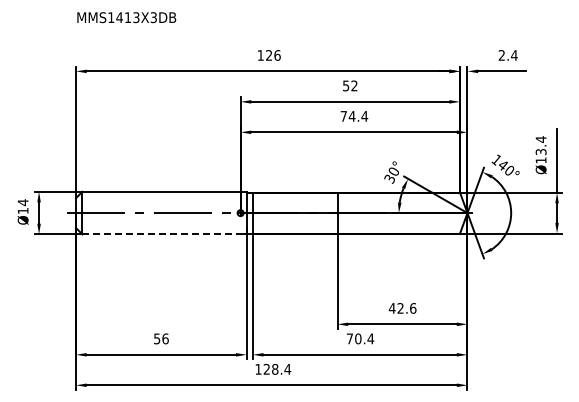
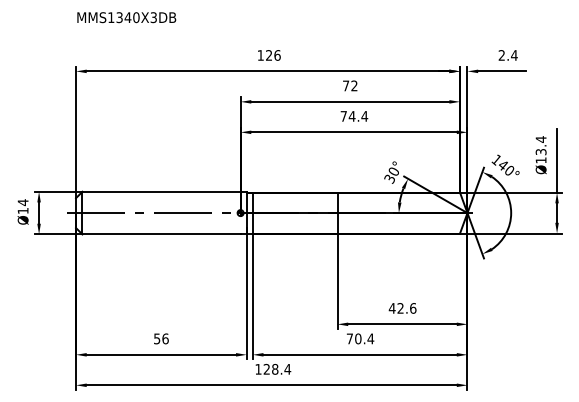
text at (127, 17): MMS1413X3DB -> MMS1340X3DB
text at (346, 85): 52 -> 72
line at (162, 234): dashed -> solid
